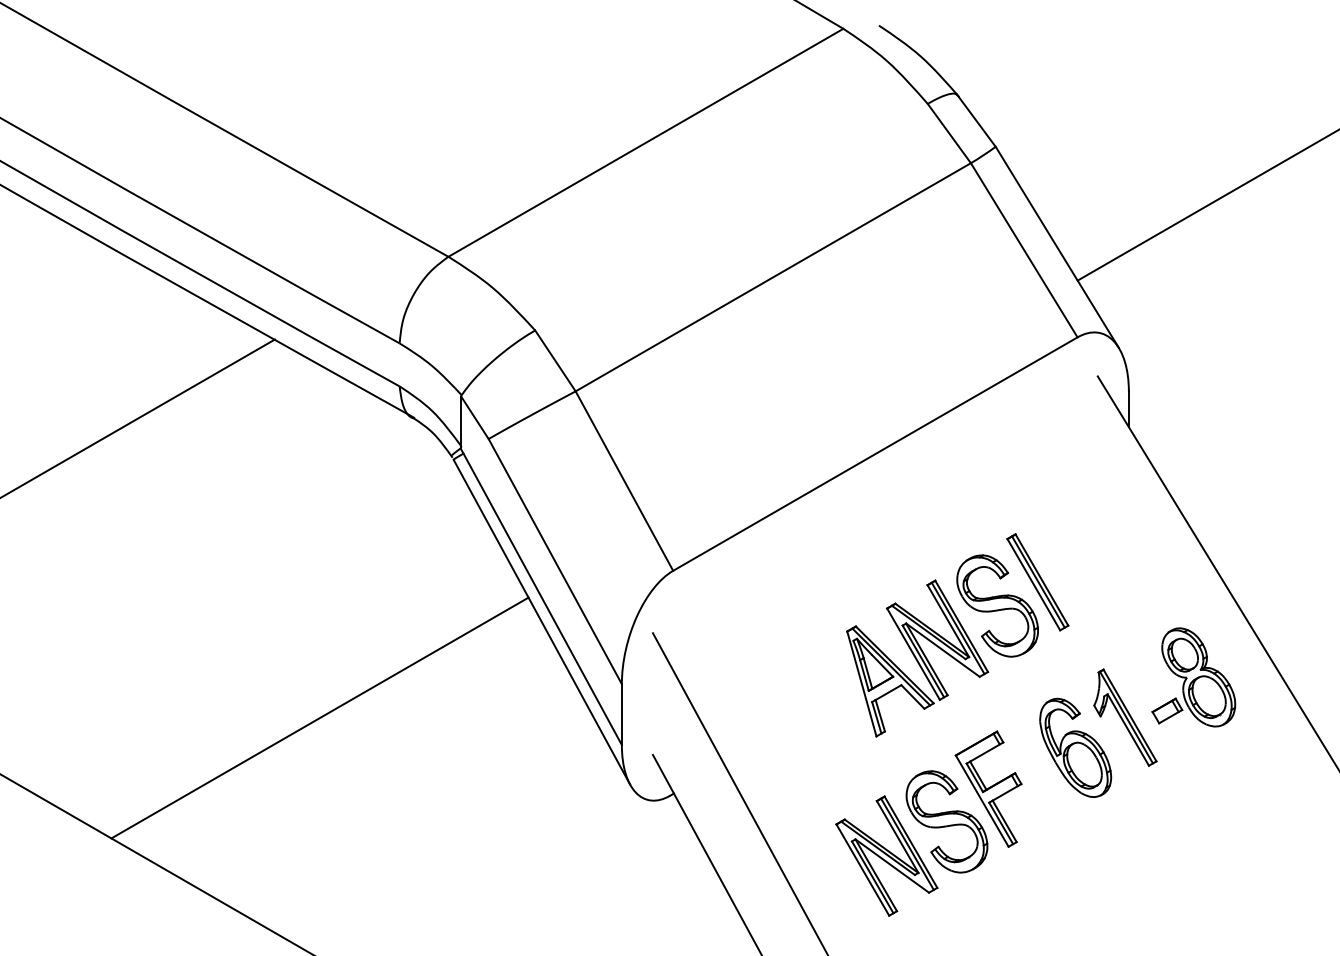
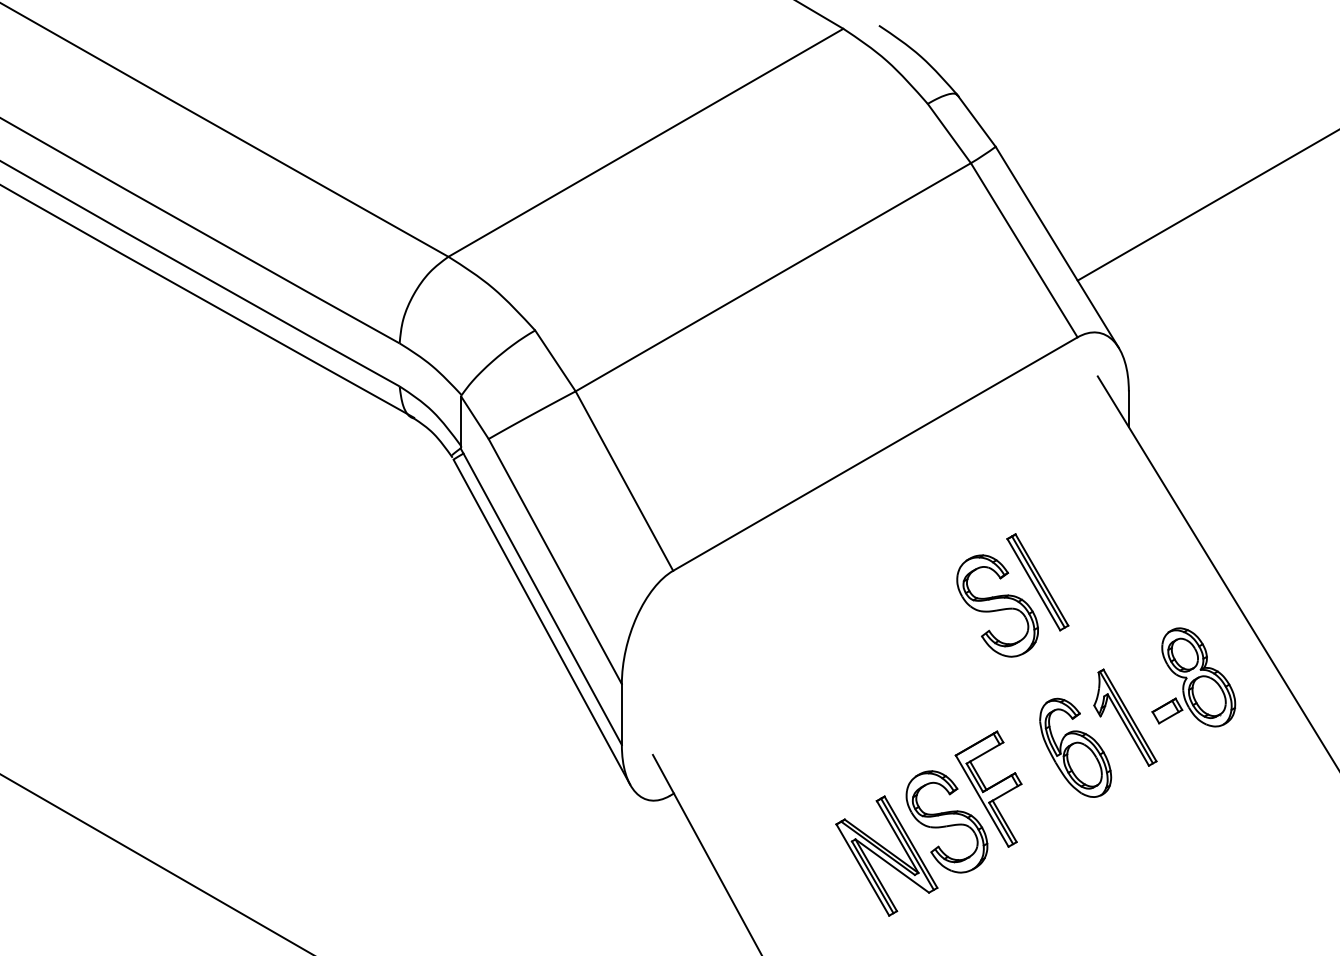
line at (138, 417): present -> none
part at (917, 658): present -> none
line at (319, 717): present -> none
line at (739, 792): present -> none
